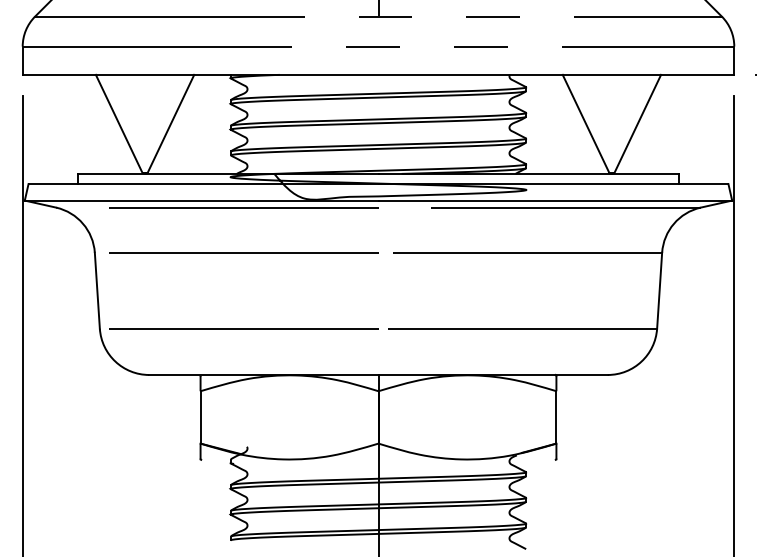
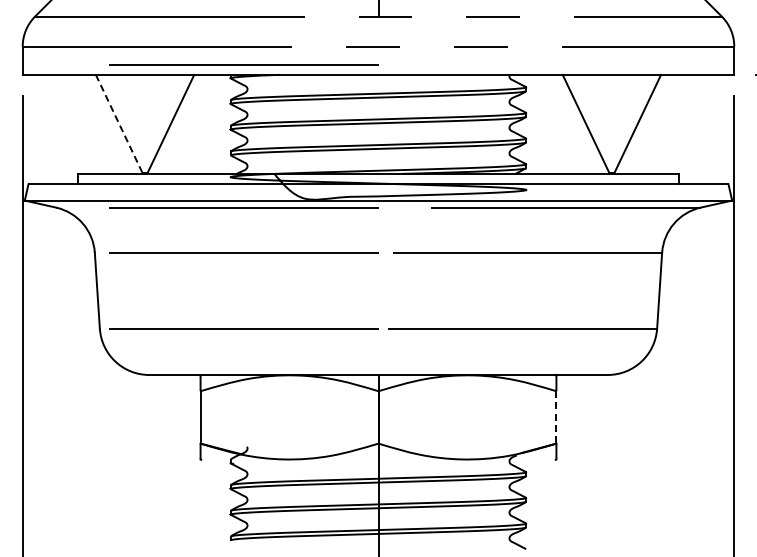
line at (243, 64): none -> present
line at (119, 124): solid -> dashed
line at (556, 417): solid -> dashed
